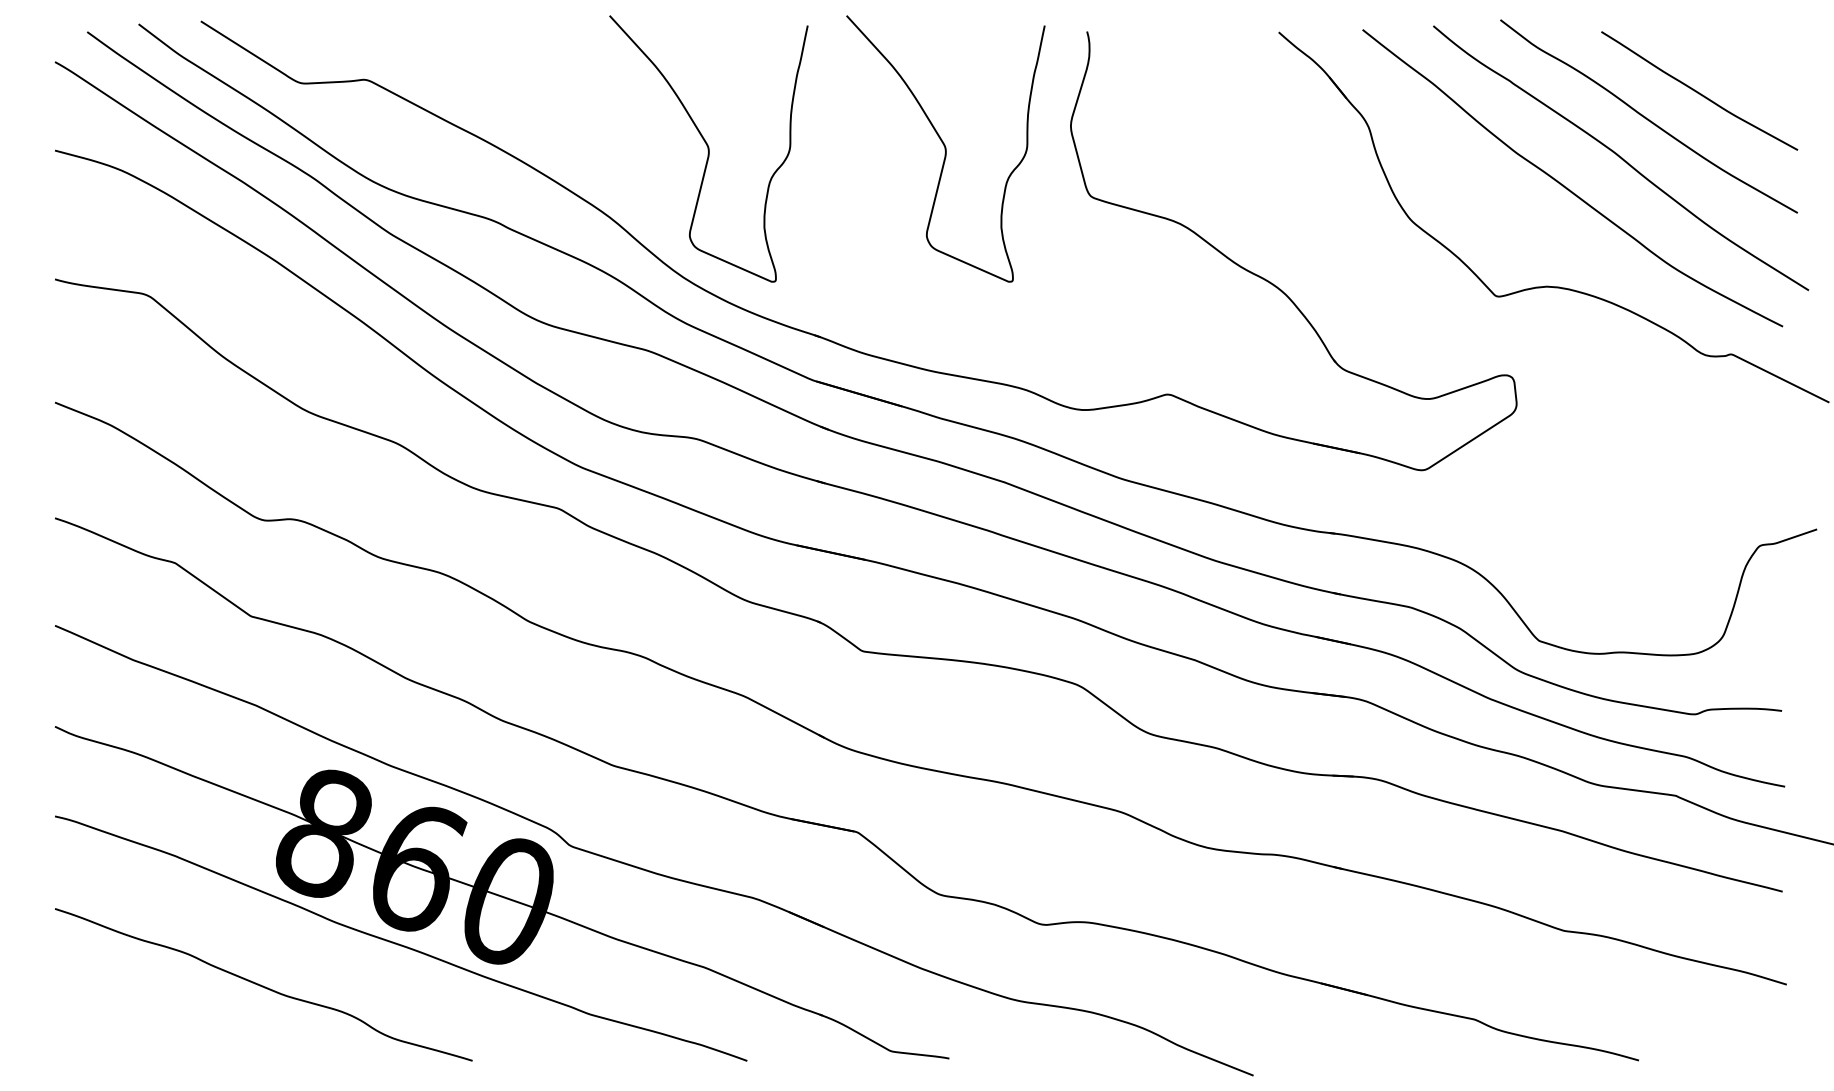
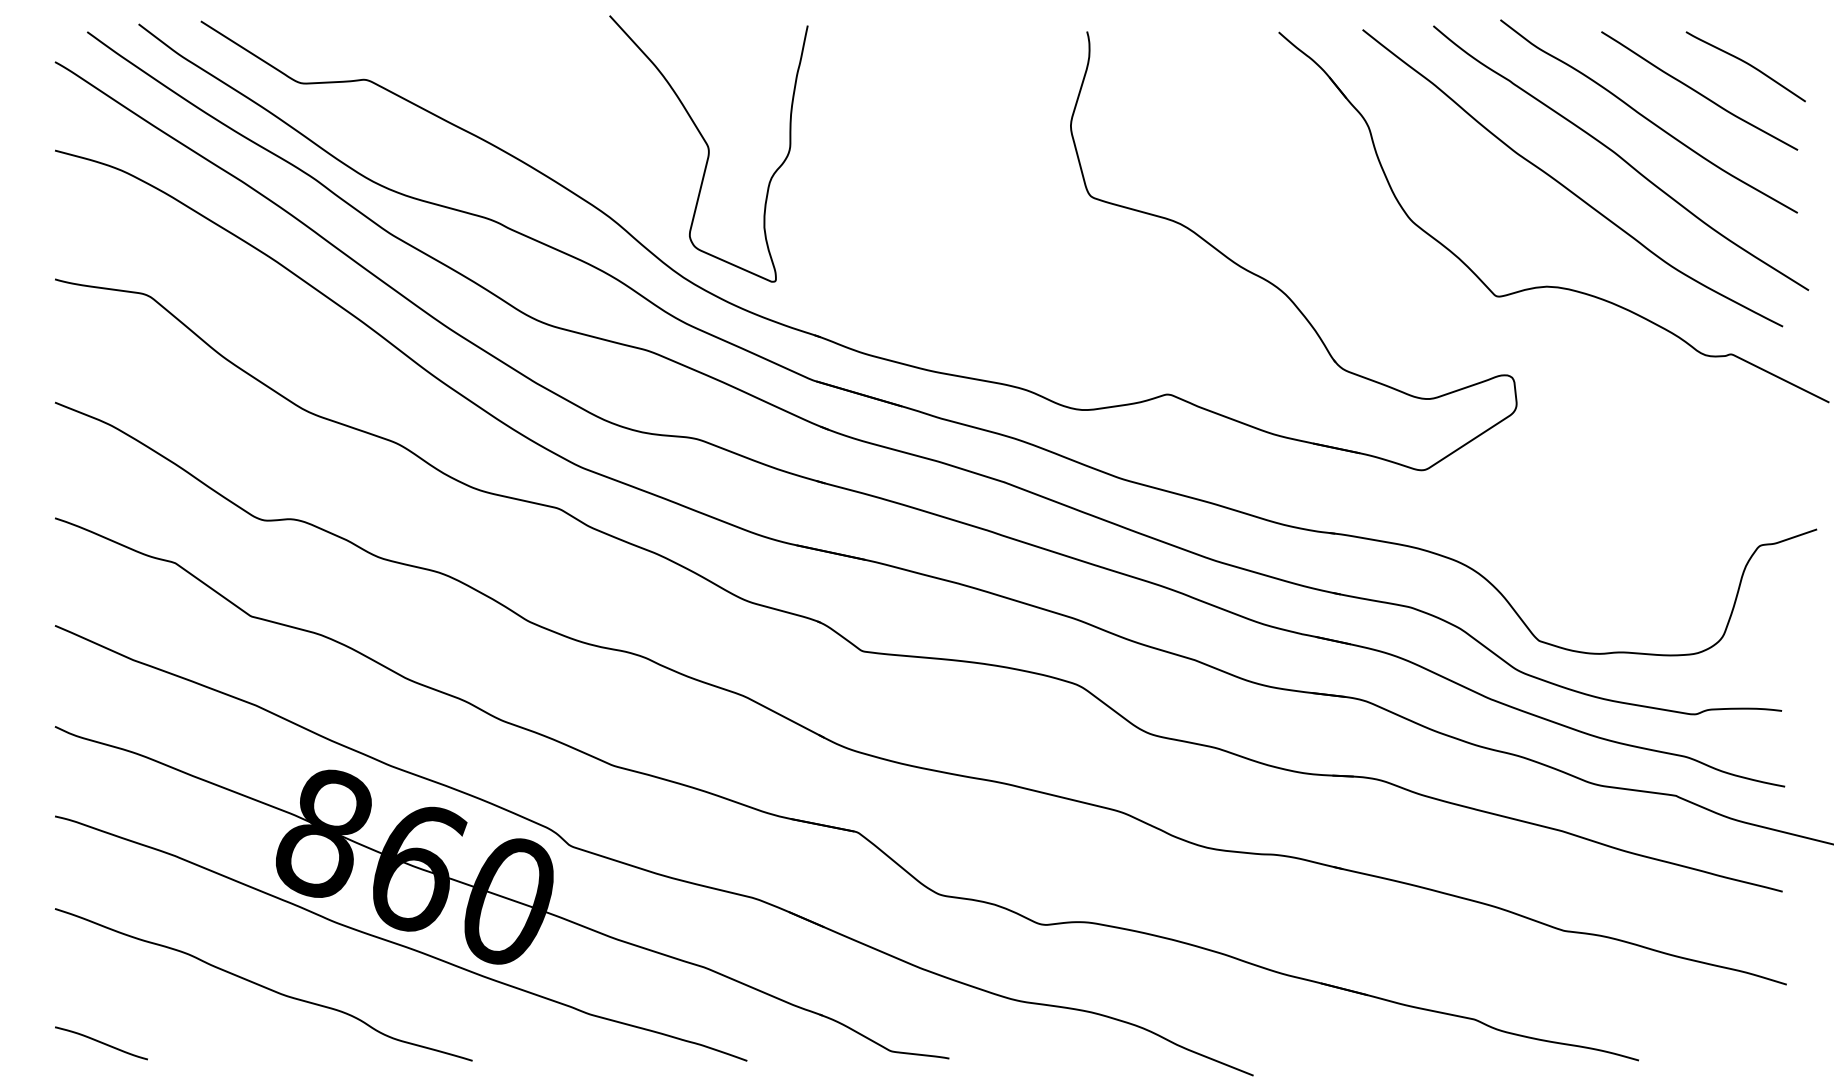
curve at (1747, 64): none -> present
curve at (945, 148): present -> none
curve at (101, 1043): none -> present
